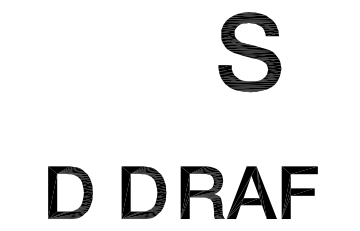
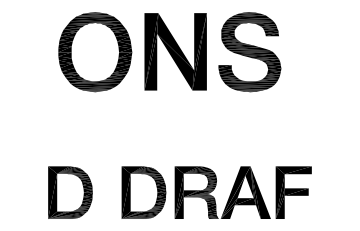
part at (175, 51): none -> present
part at (95, 52): none -> present
part at (248, 192) position: (248, 192) -> (242, 192)
